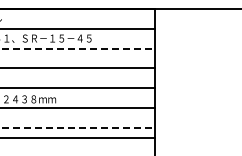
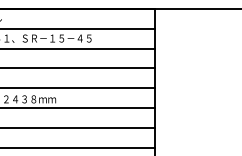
line at (78, 48): dashed -> solid
line at (78, 128): dashed -> solid
line at (78, 138) position: (78, 138) -> (78, 148)
